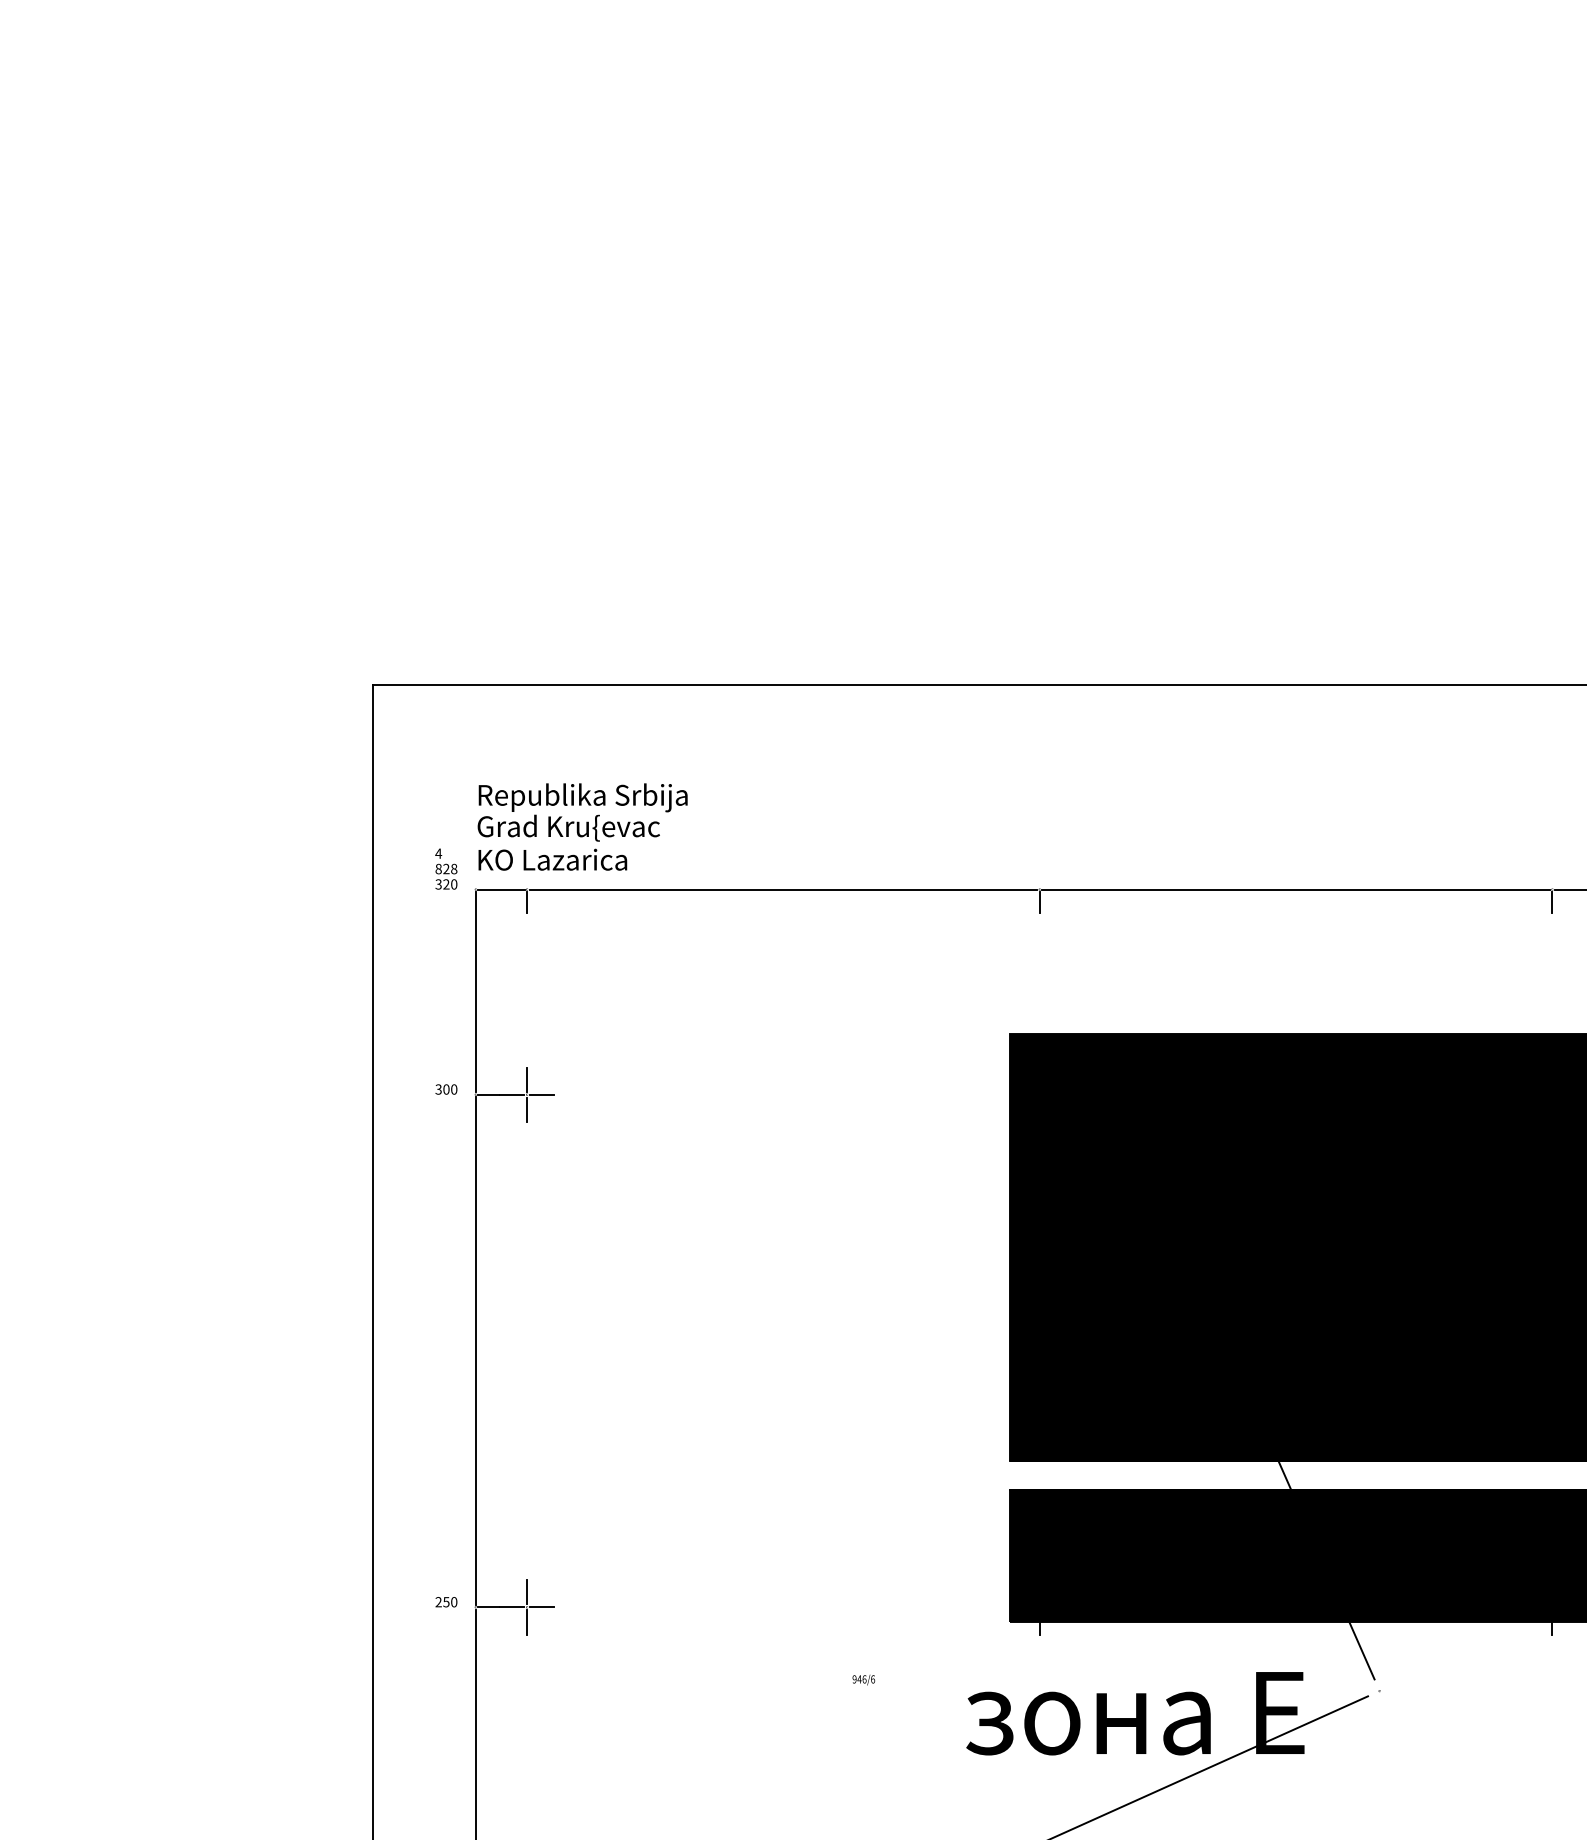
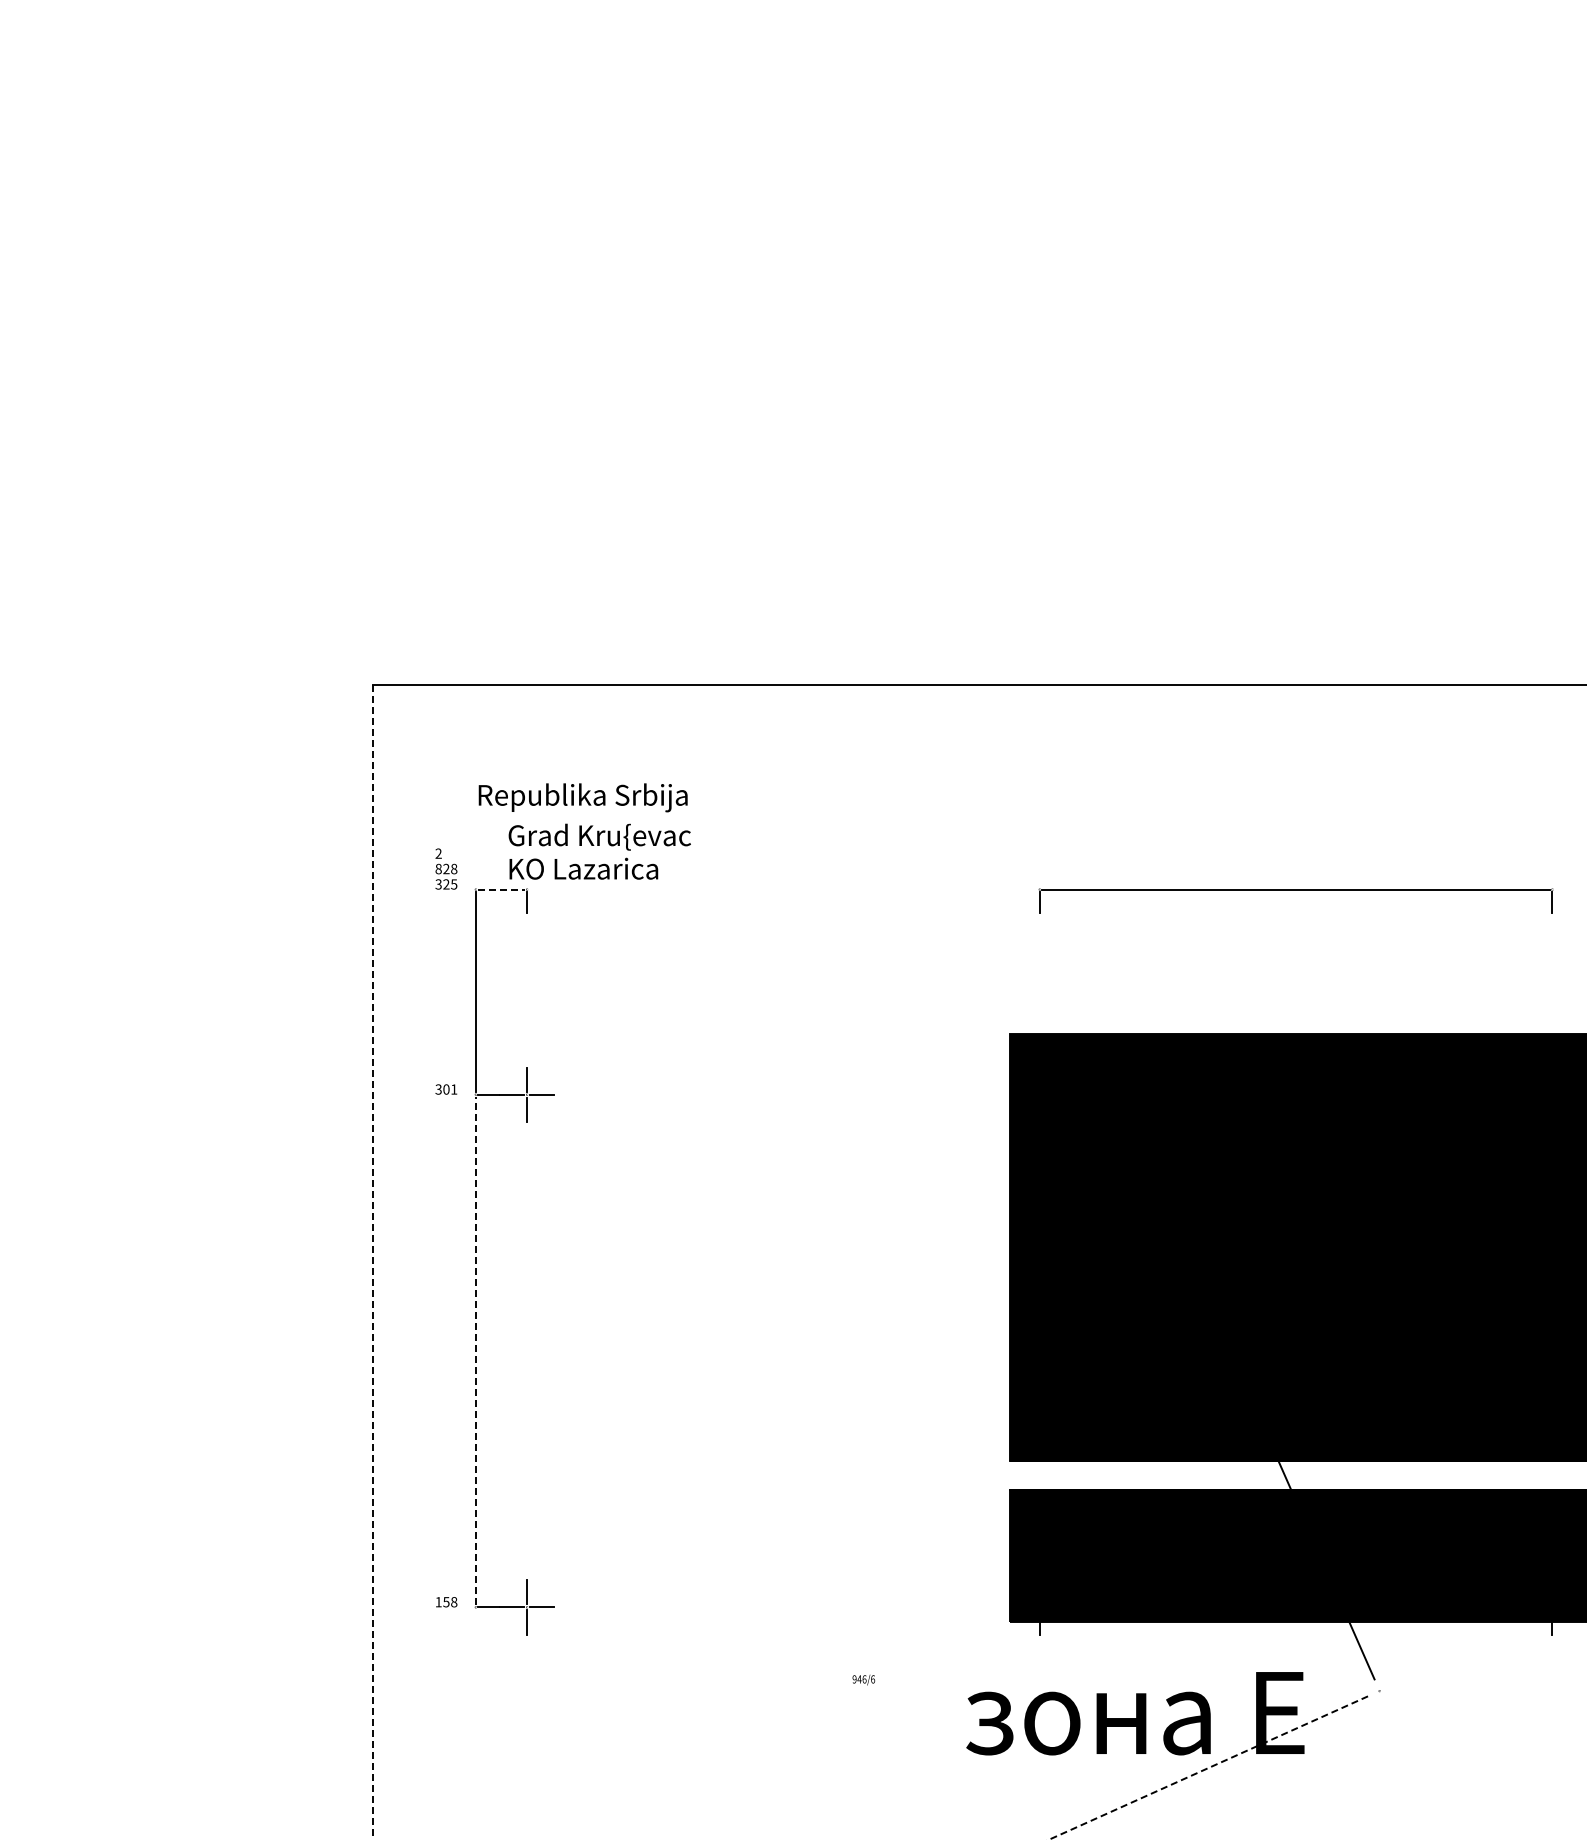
text at (568, 842) position: (568, 842) -> (599, 851)
text at (438, 853): 4 -> 2
text at (454, 884): 320 -> 325
line at (501, 889): solid -> dashed
line at (783, 889): present -> none
line at (1569, 889): present -> none
text at (454, 1089): 300 -> 301
line at (373, 1262): solid -> dashed
line at (475, 1351): solid -> dashed
text at (446, 1602): 250 -> 158
line at (475, 1722): present -> none
line at (1208, 1768): solid -> dashed
